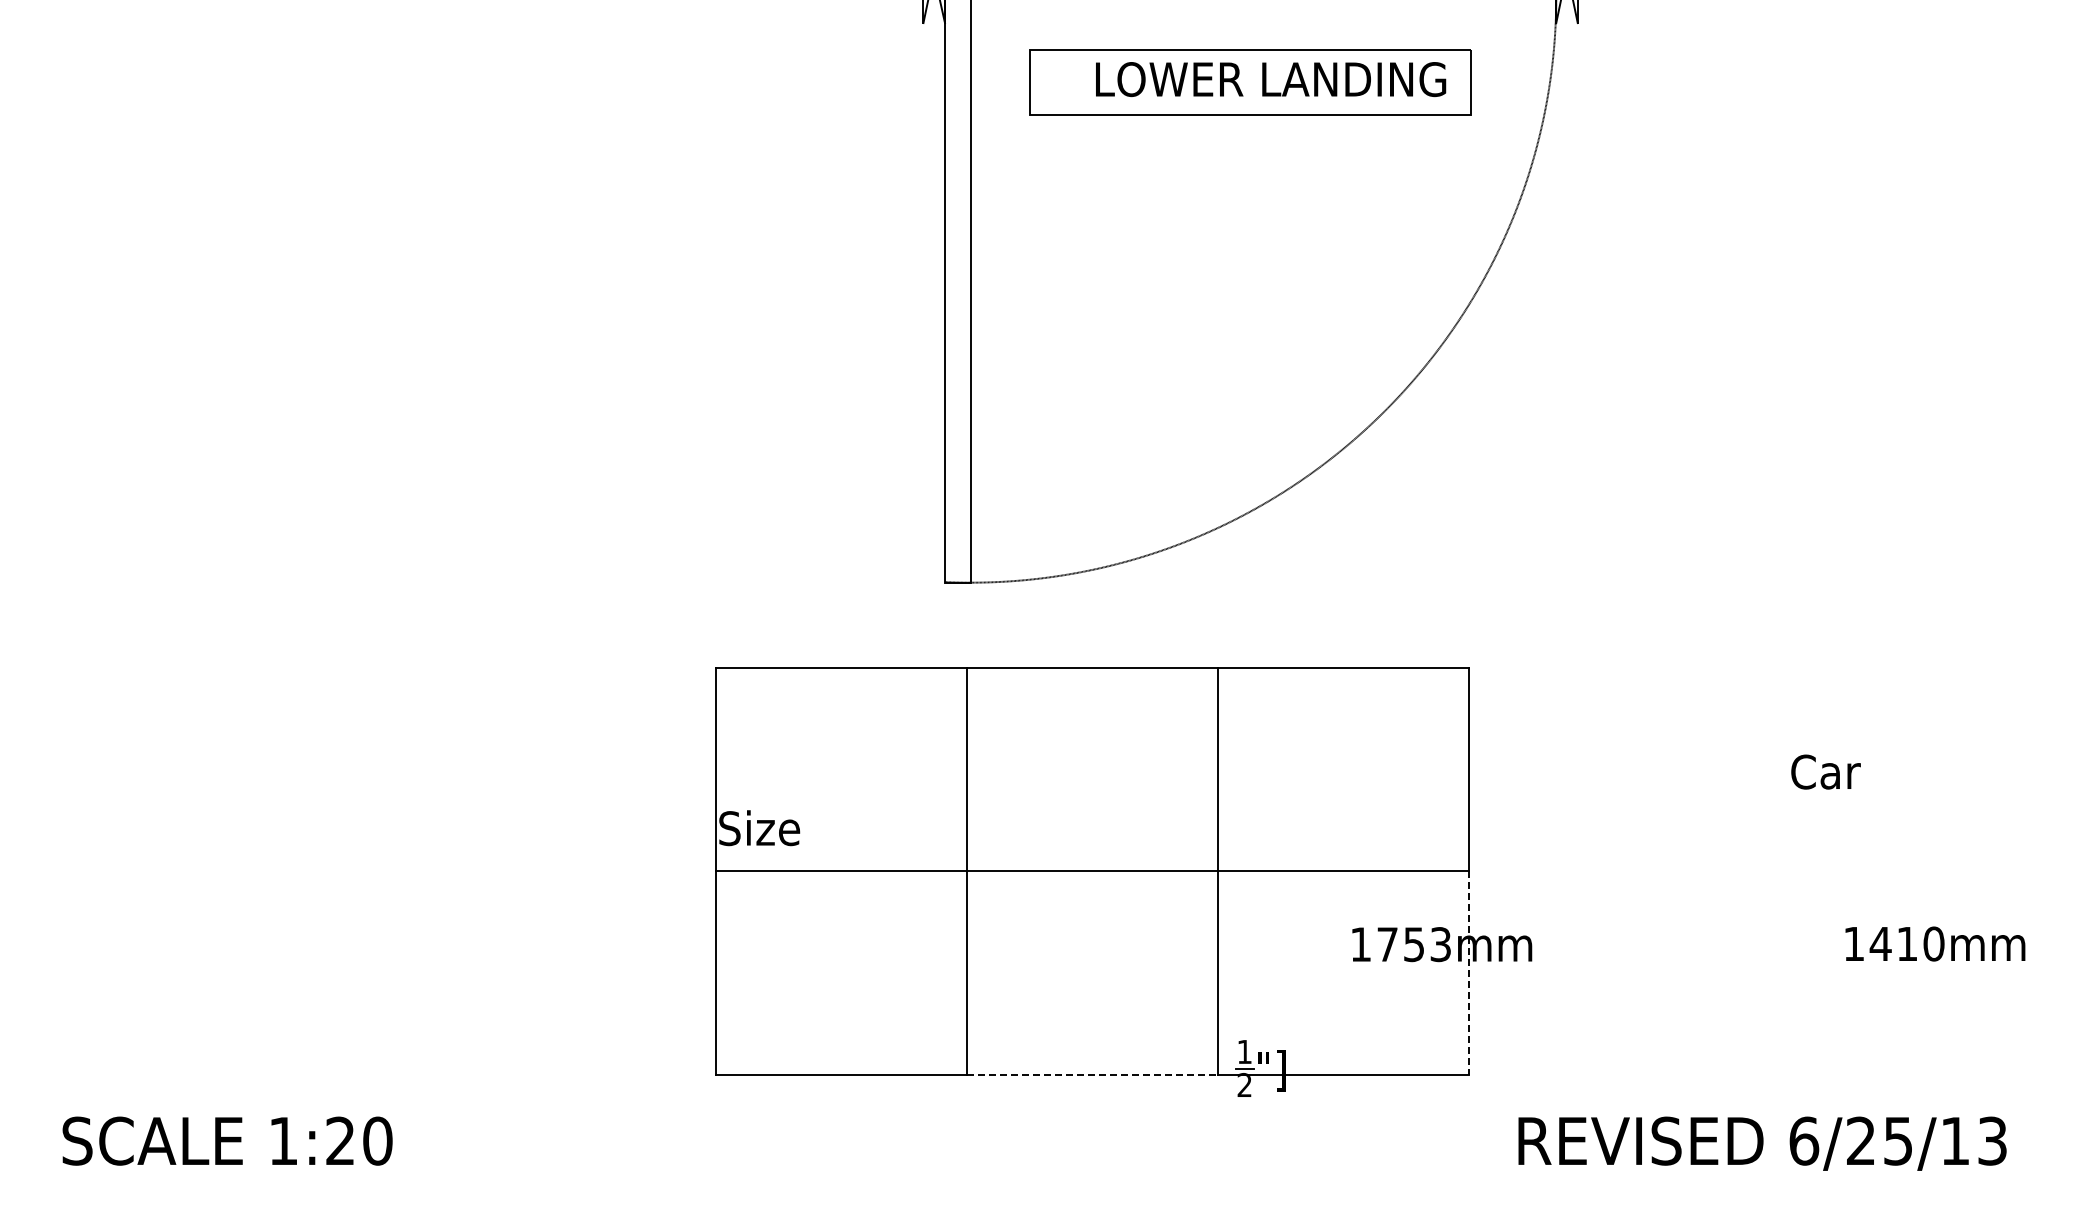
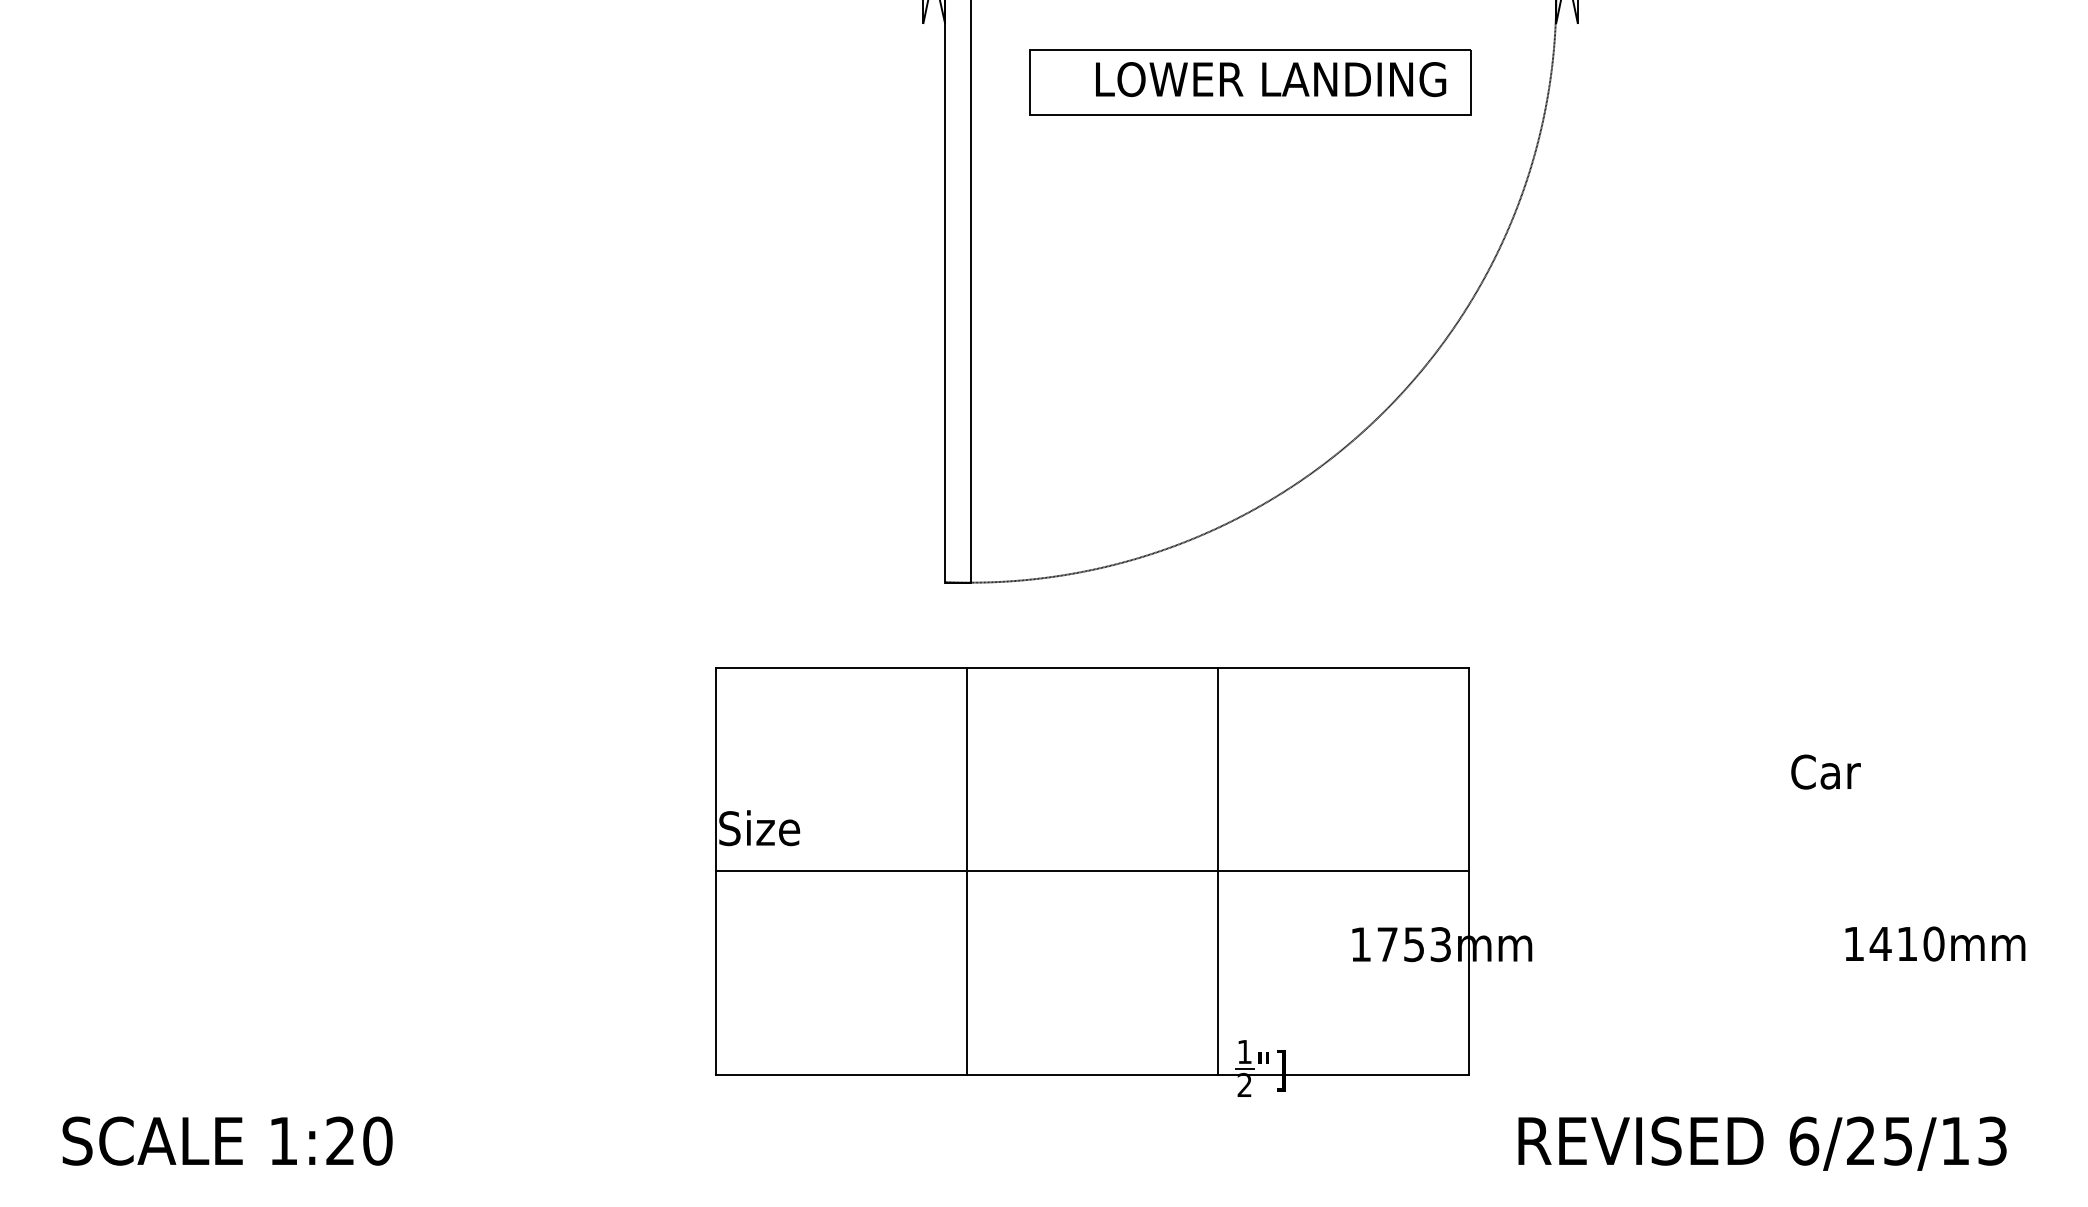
line at (1468, 972): dashed -> solid
line at (1093, 1074): dashed -> solid
